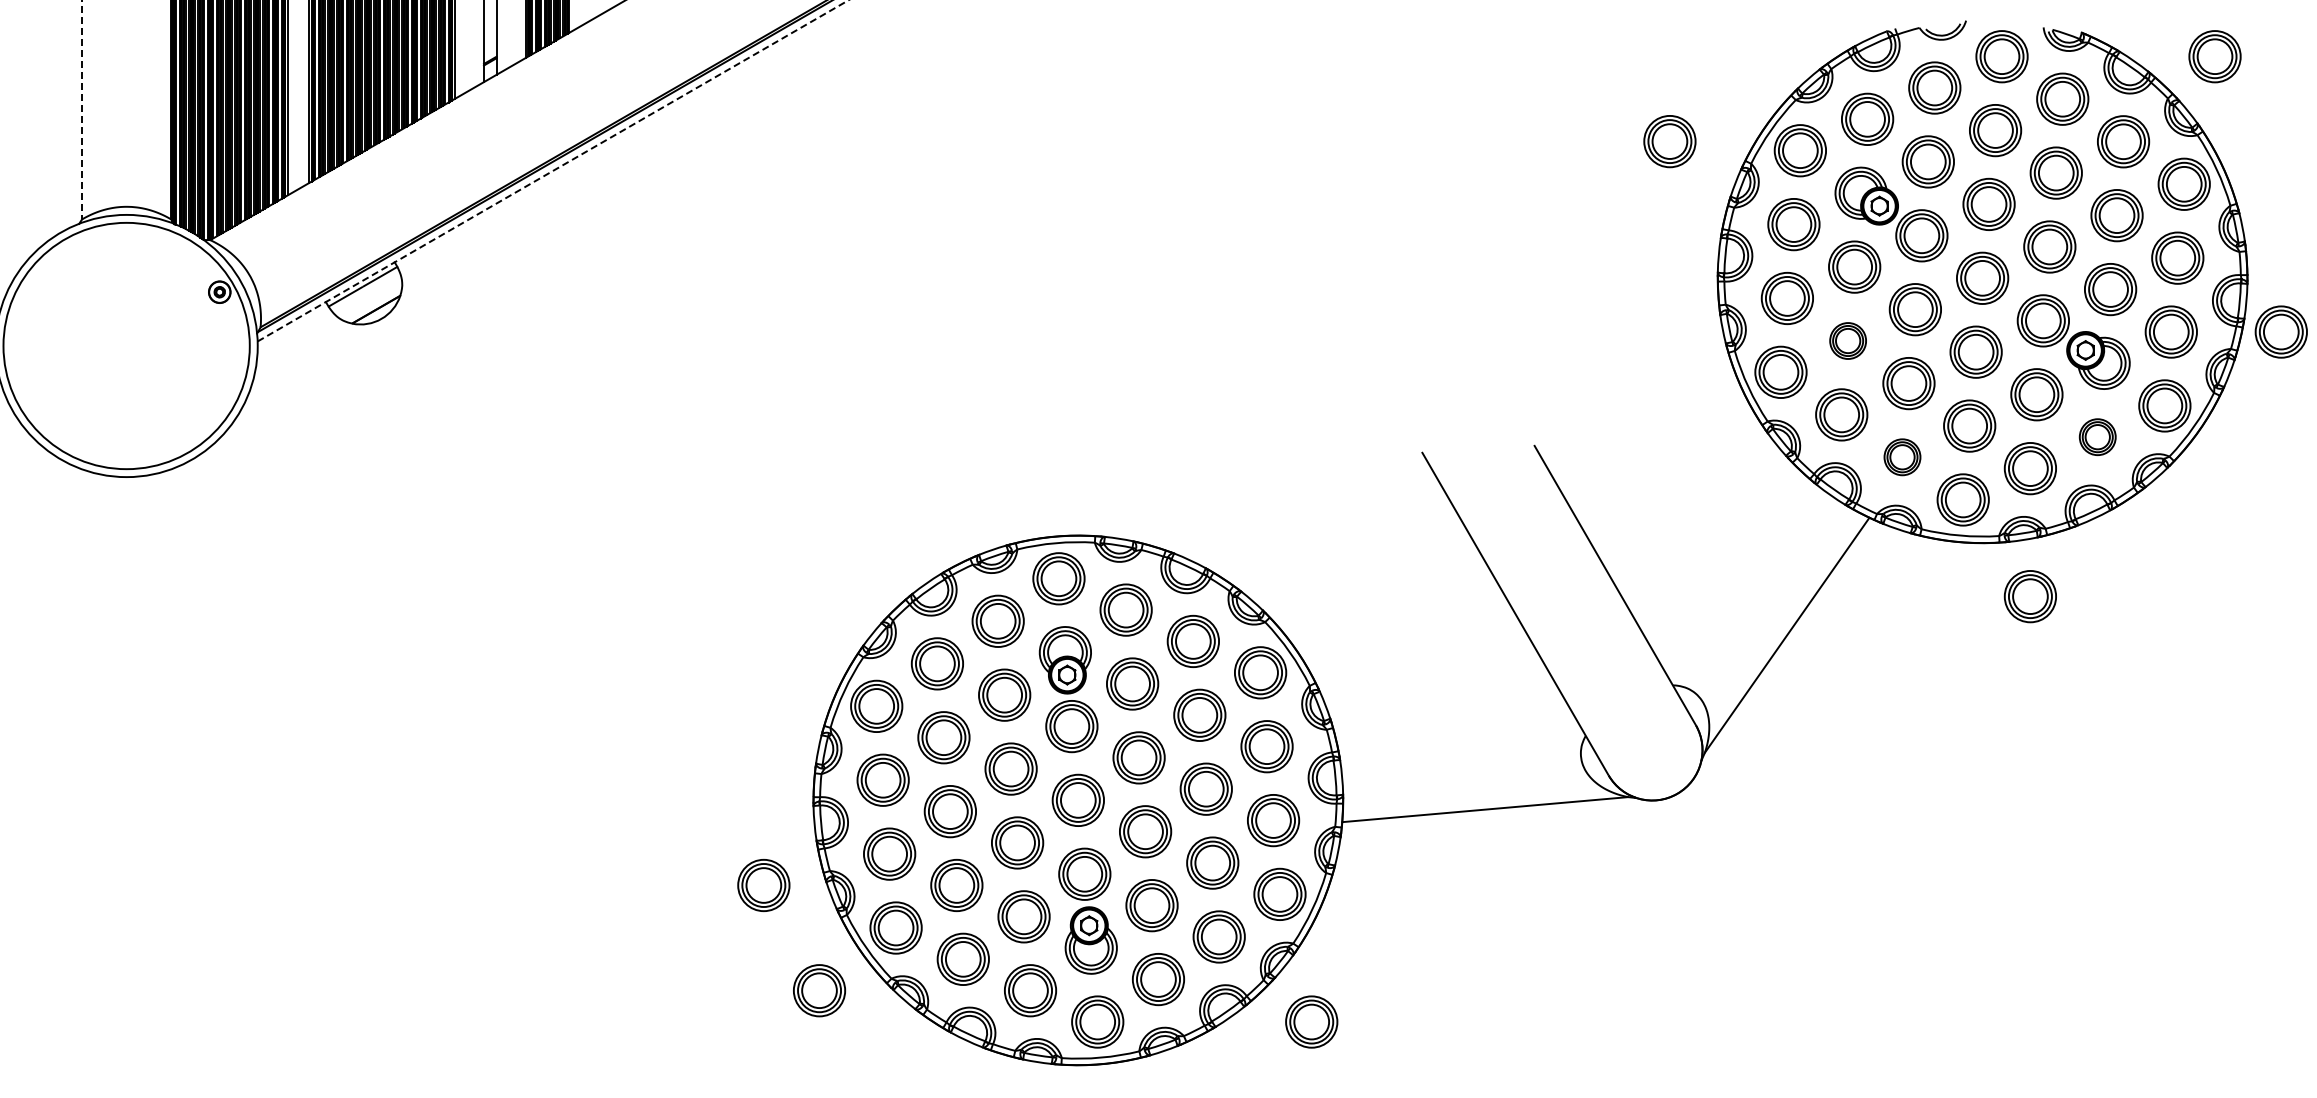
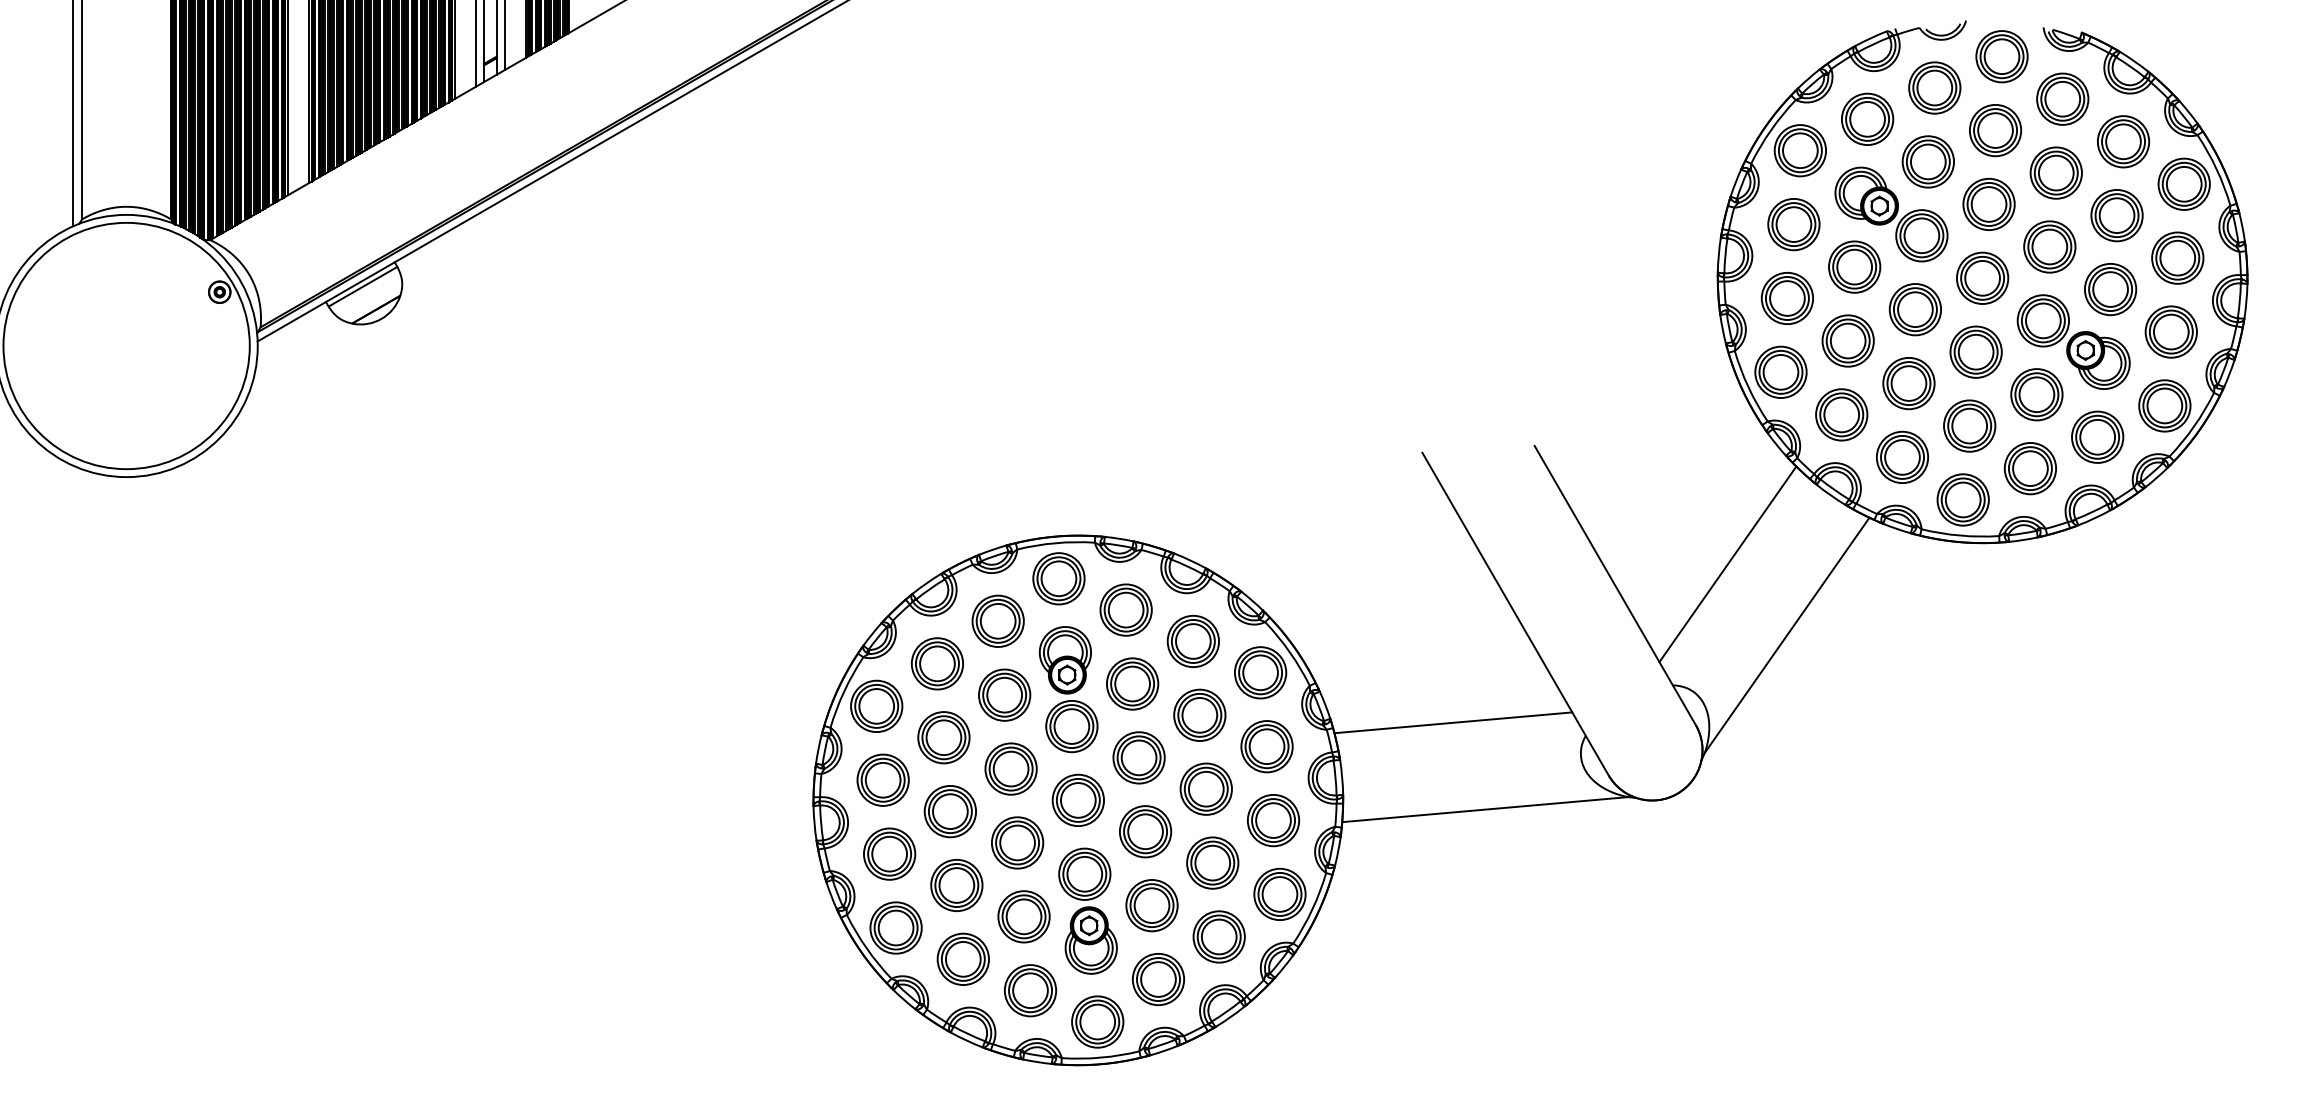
line at (504, 36): none -> present
line at (476, 44): none -> present
part at (2214, 56): present -> none
line at (82, 110): dashed -> solid
line at (73, 114): none -> present
part at (1669, 141): present -> none
line at (553, 170): dashed -> solid
part at (2280, 331): present -> none
part at (1847, 340) size: 38x38 px -> 54x54 px
part at (2097, 436) size: 39x38 px -> 54x54 px
part at (1902, 457) size: 39x39 px -> 53x54 px
line at (1727, 564): none -> present
part at (2029, 596): present -> none
line at (1453, 722): none -> present
part at (763, 885): present -> none
part at (819, 990): present -> none
part at (1311, 1021): present -> none
